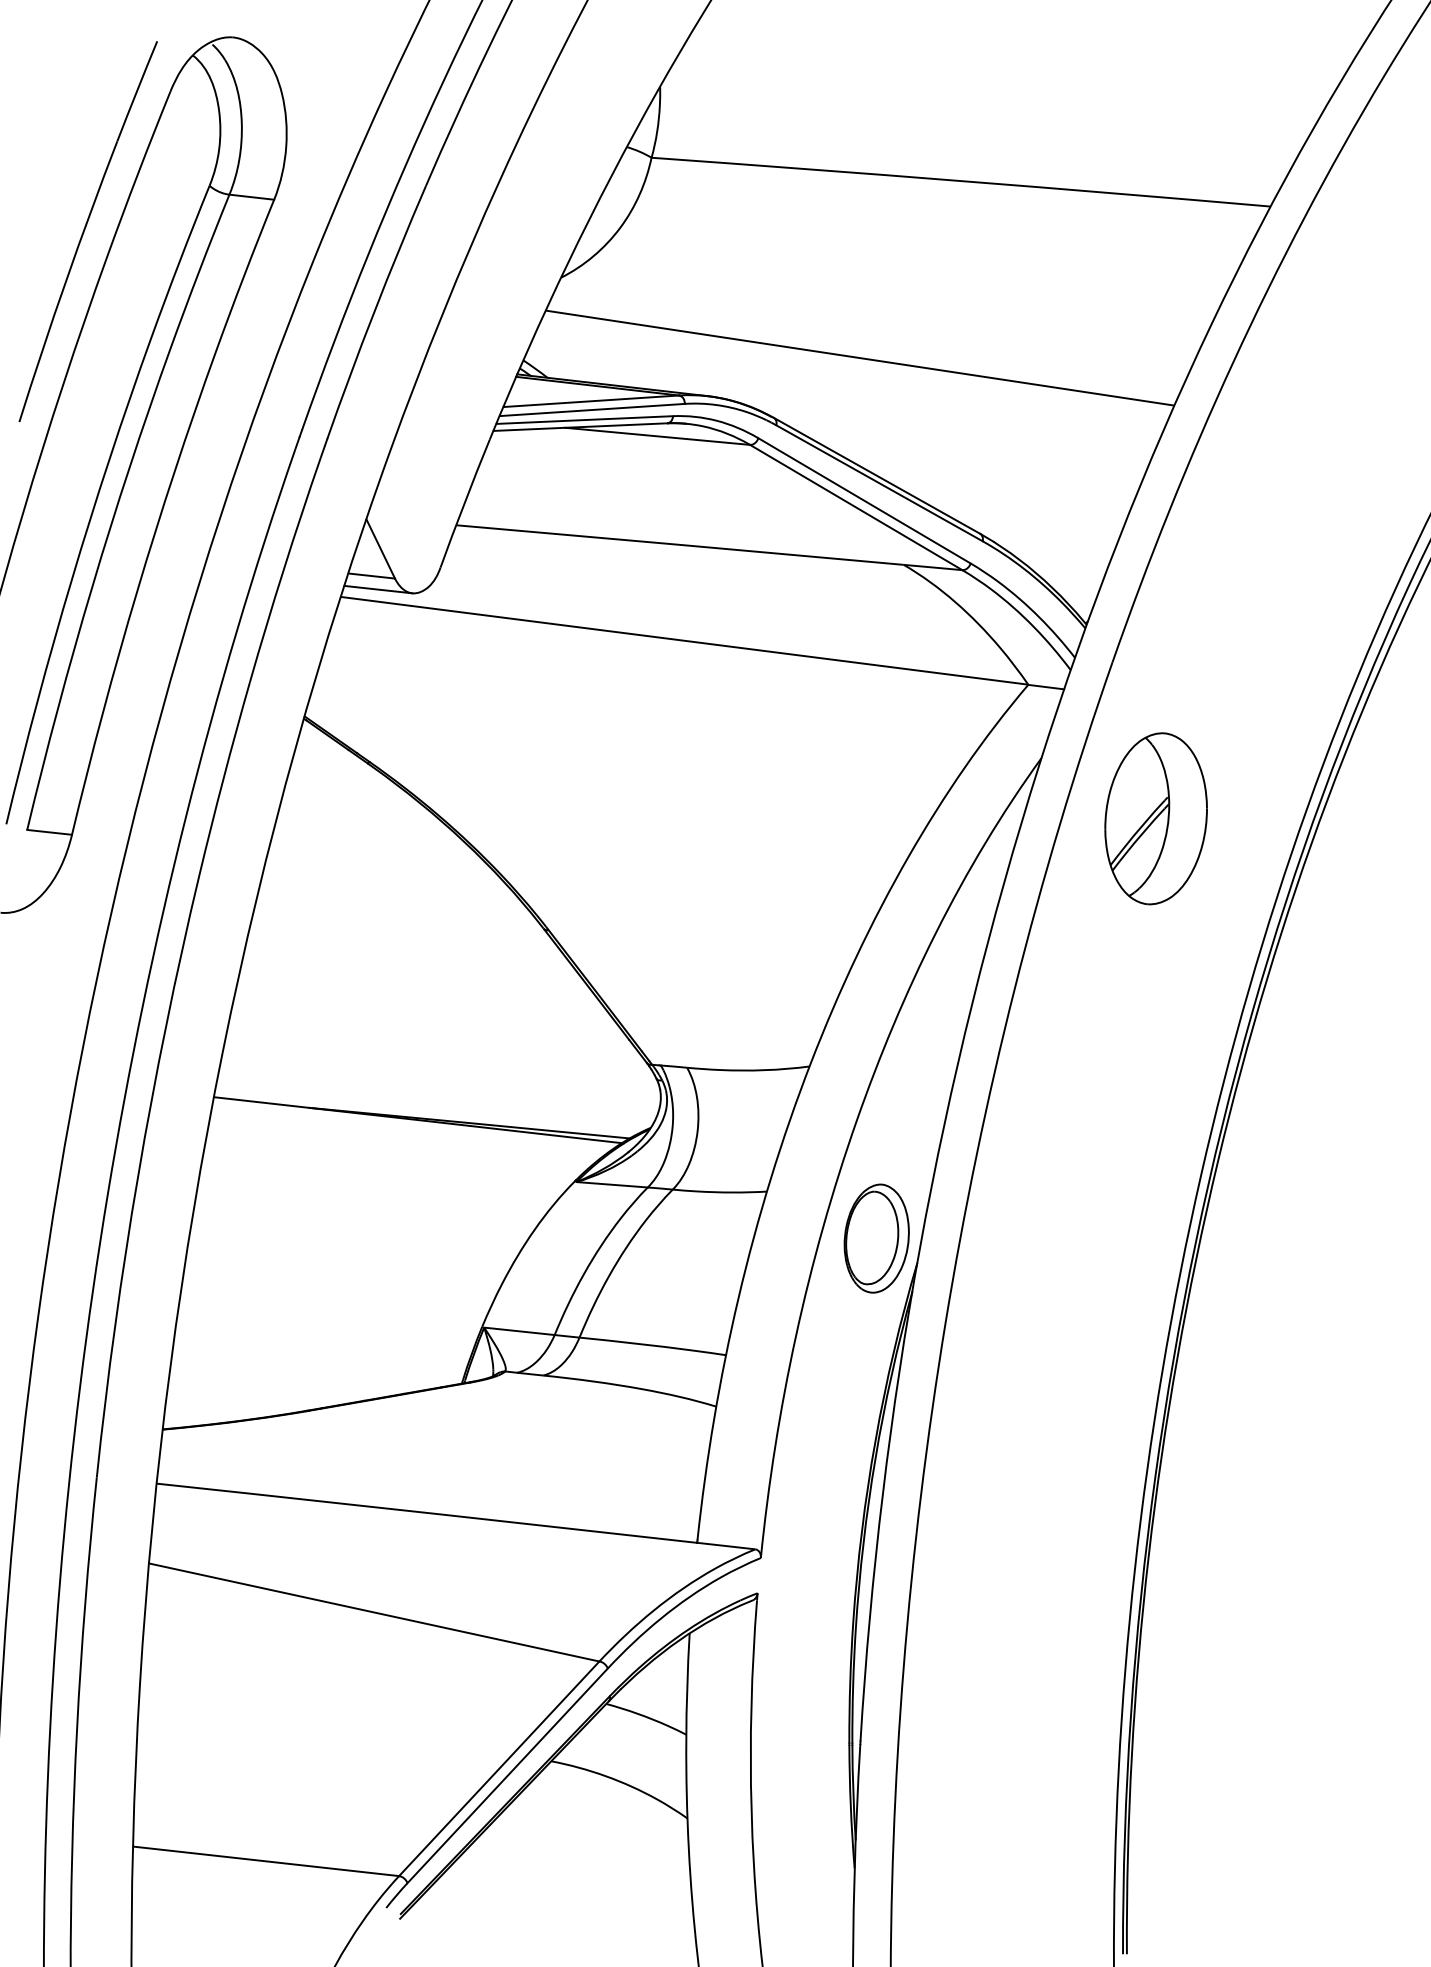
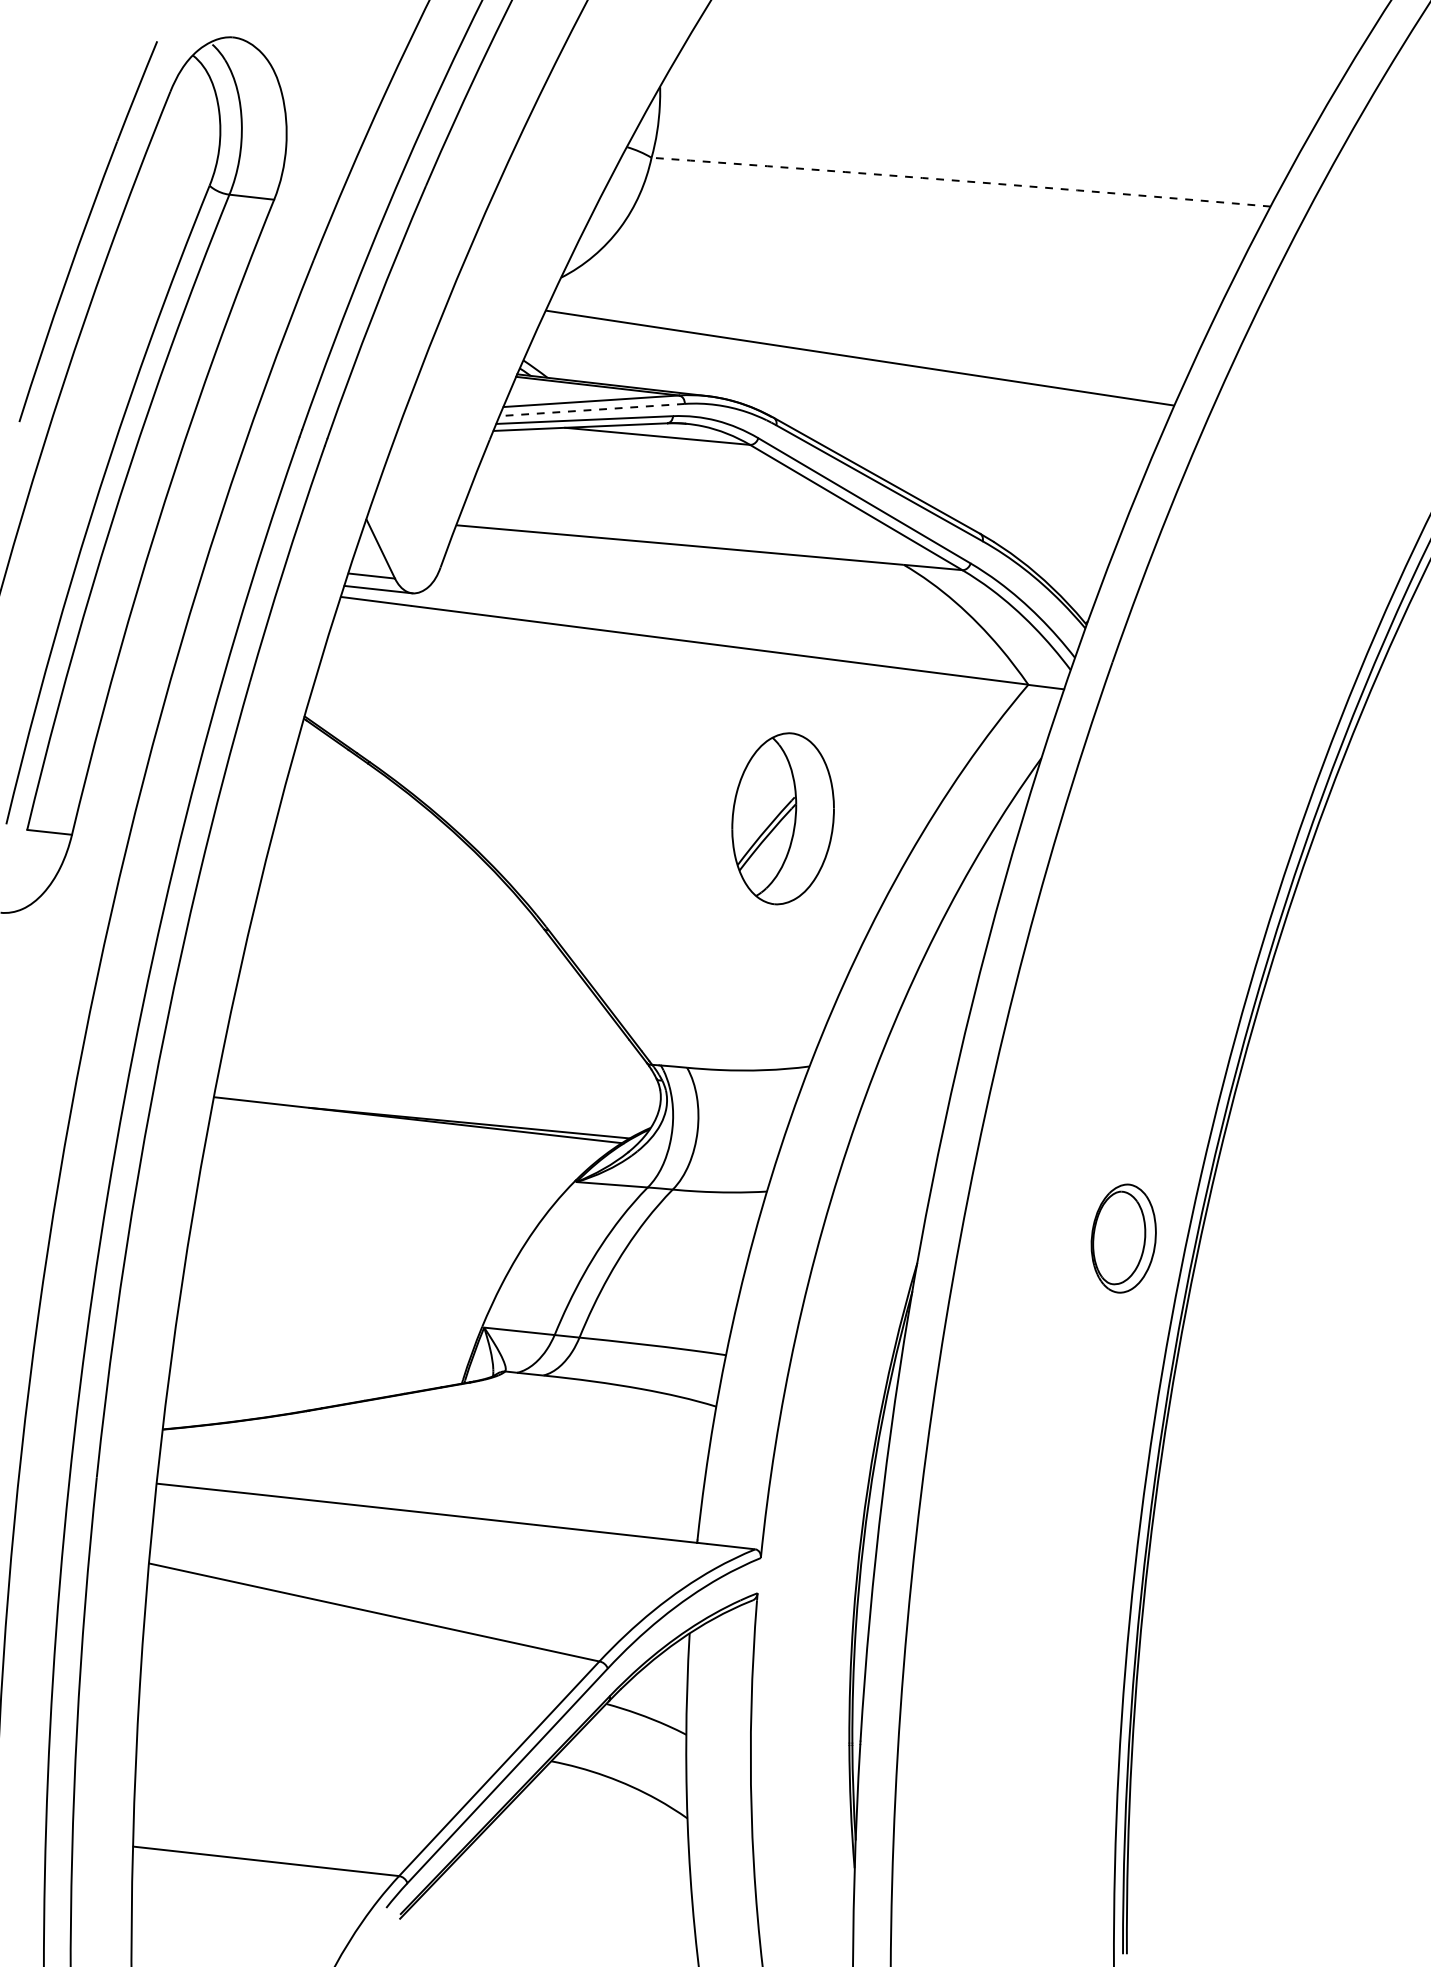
arc at (961, 181): solid -> dashed
line at (592, 410): solid -> dashed
part at (1155, 818) position: (1155, 818) -> (782, 818)
part at (876, 1238) position: (876, 1238) -> (1123, 1238)
